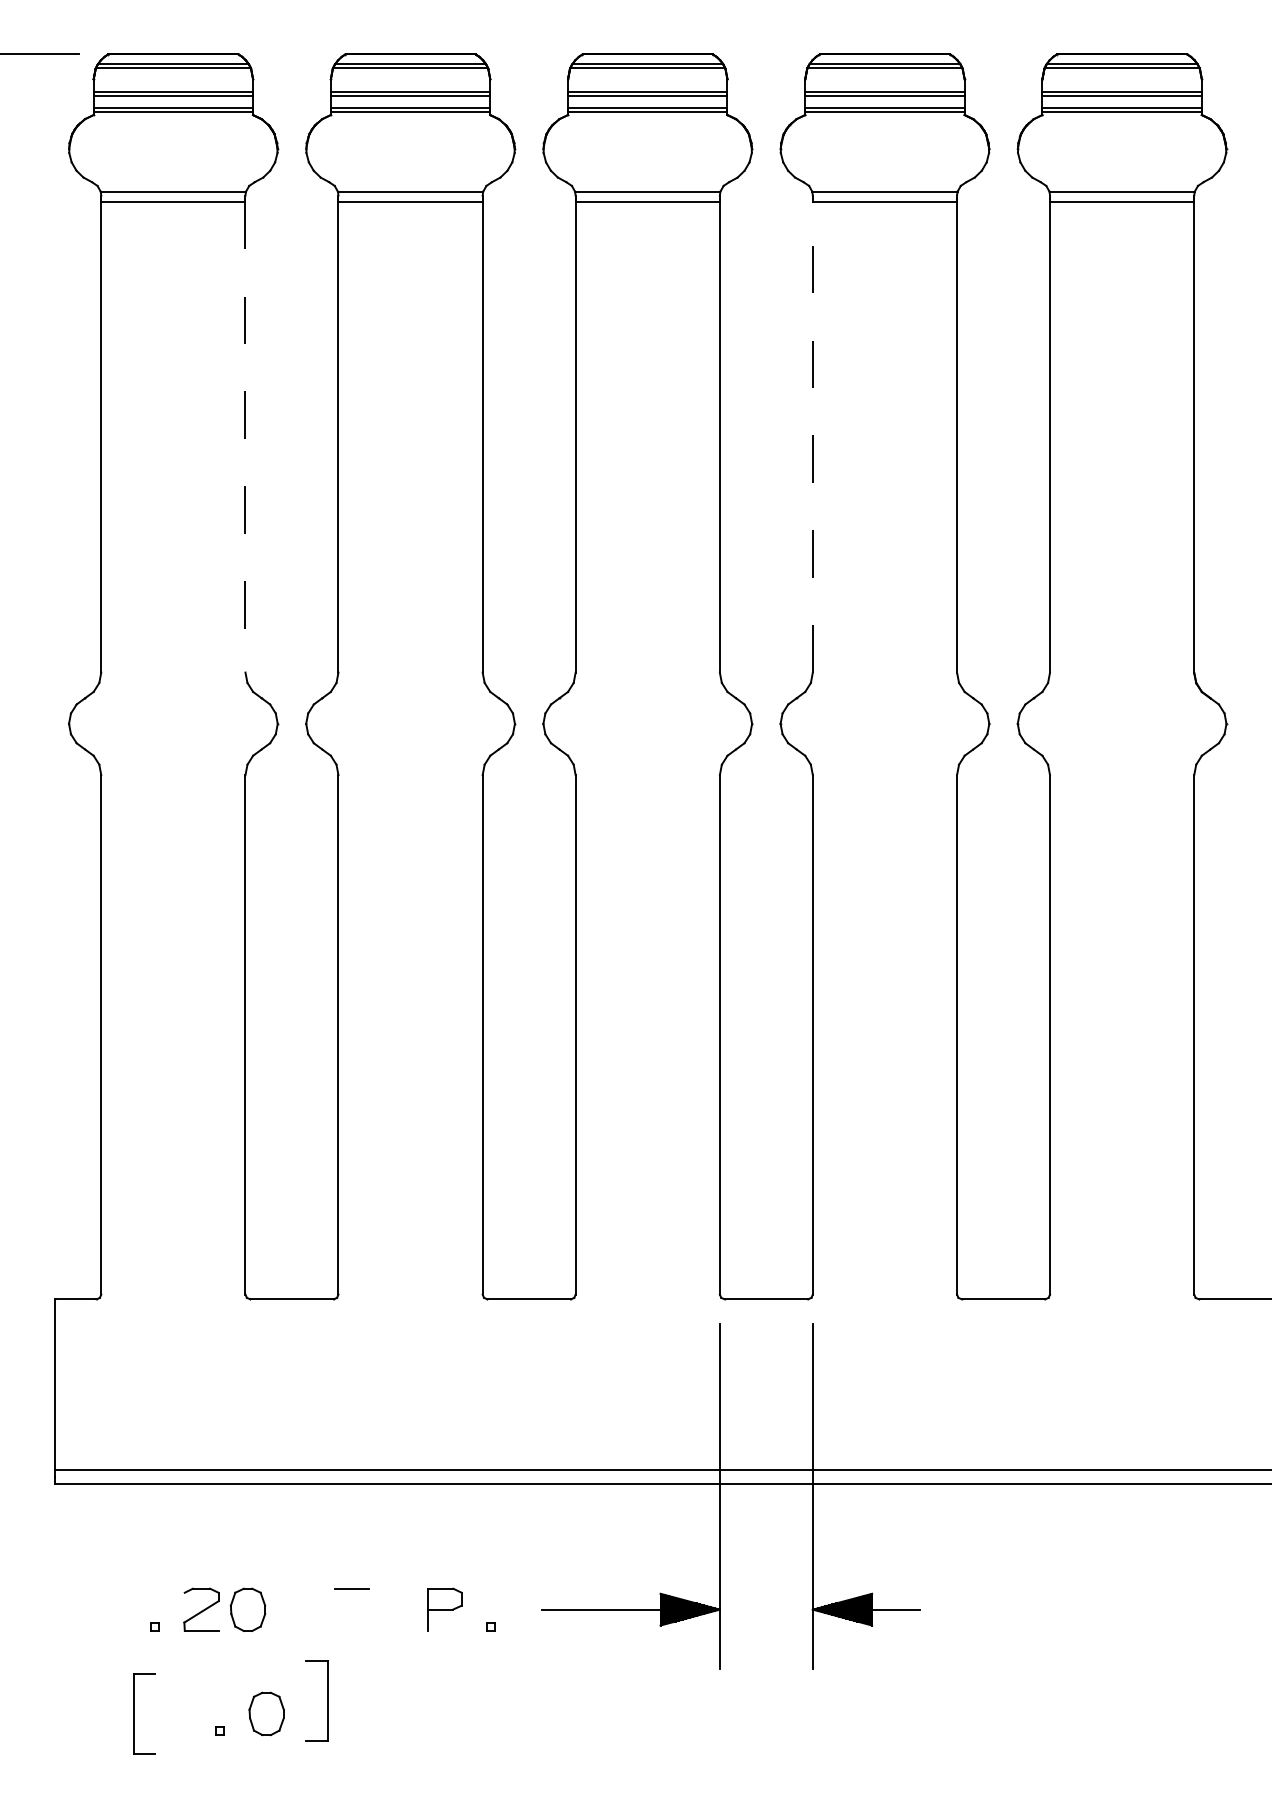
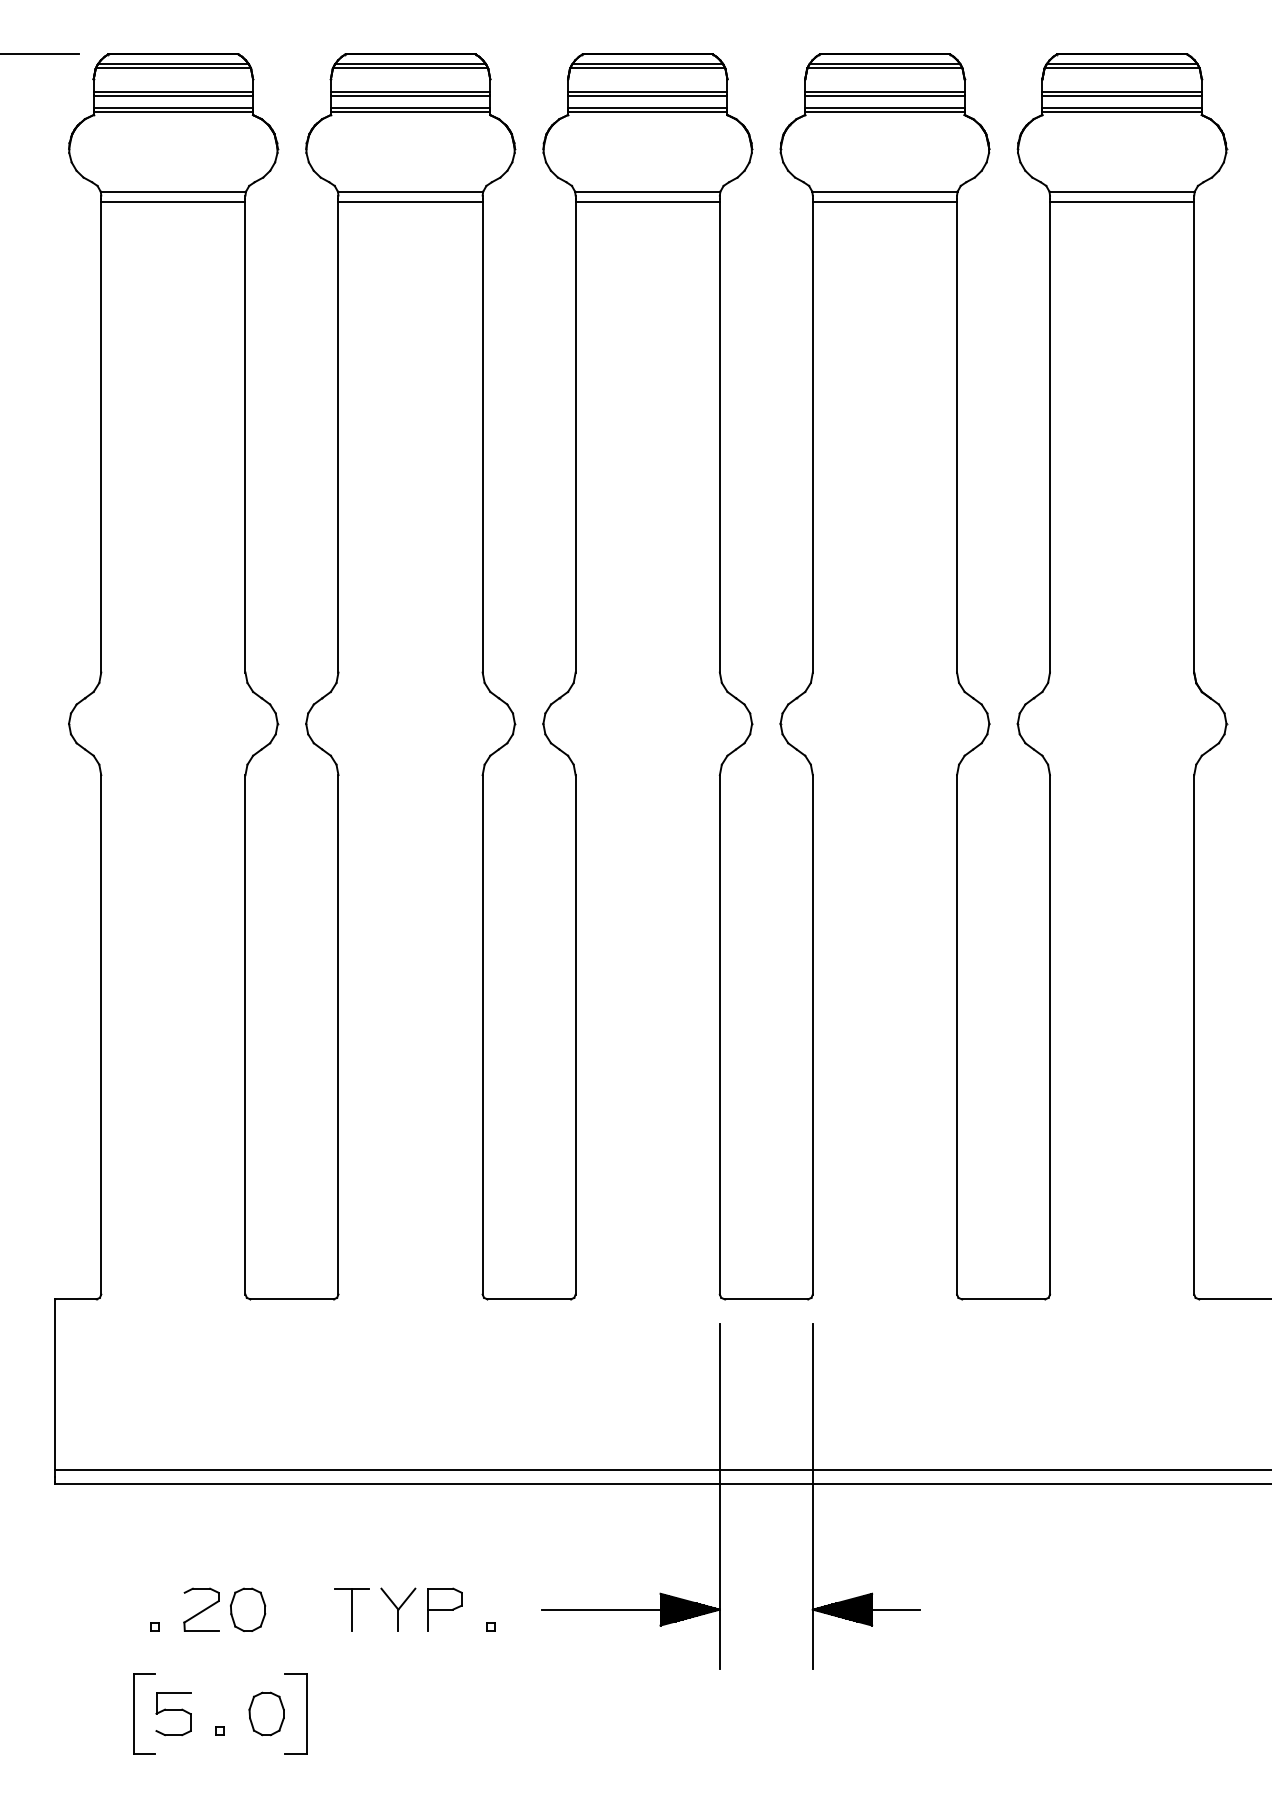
line at (812, 436): dashed -> solid
line at (245, 437): dashed -> solid
line at (351, 1609): none -> present
part at (398, 1609): none -> present
part at (327, 1700) position: (327, 1700) -> (306, 1713)
part at (173, 1714): none -> present
